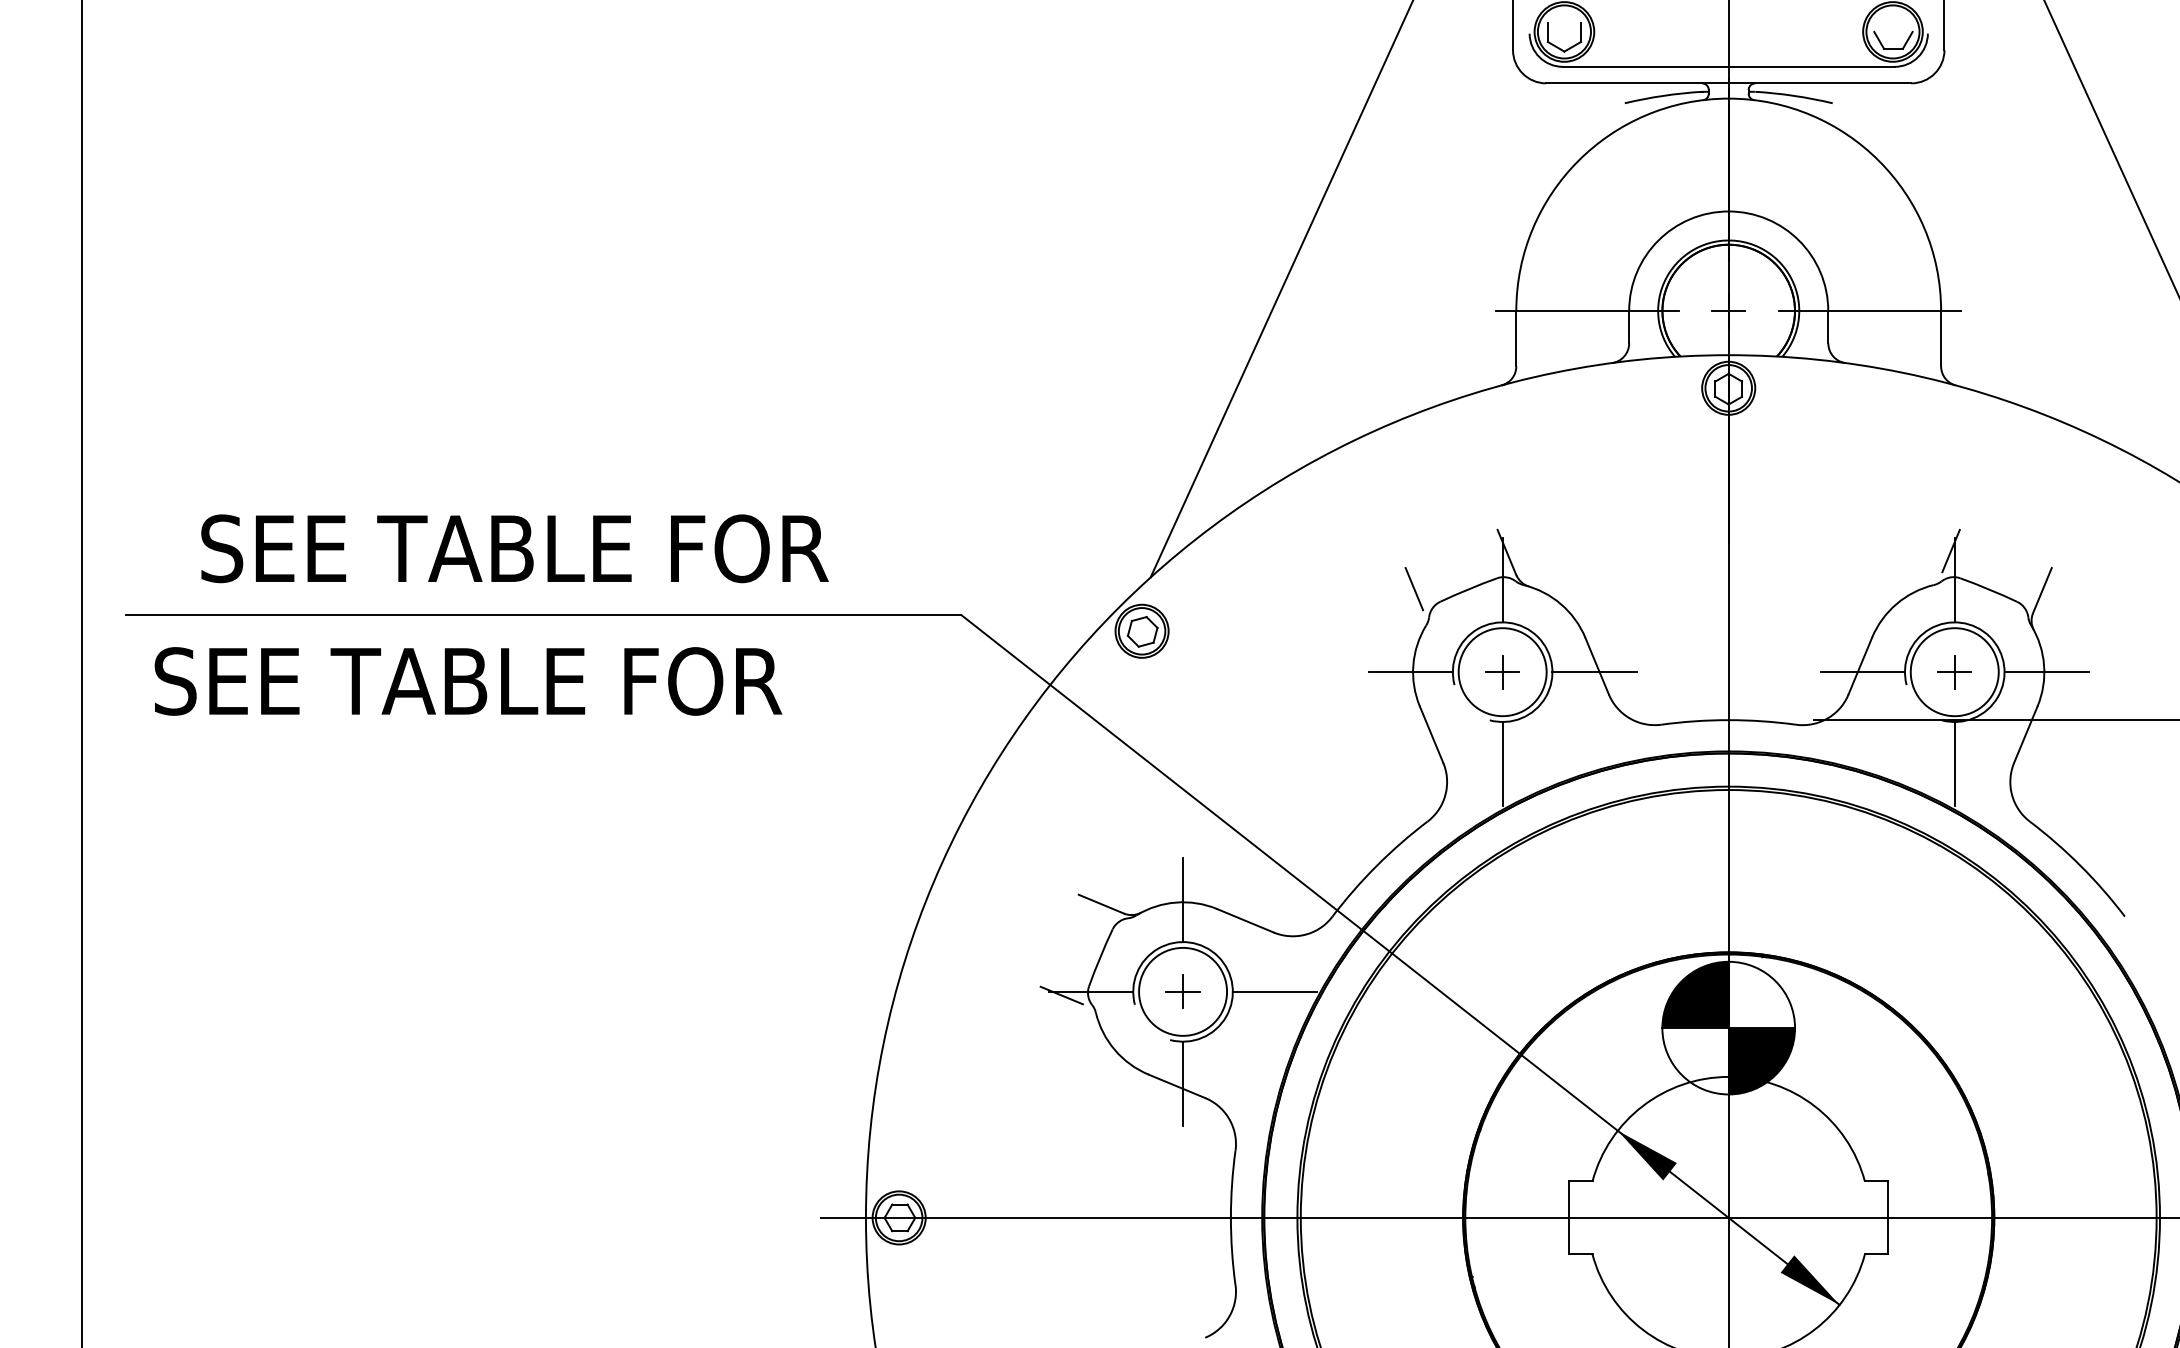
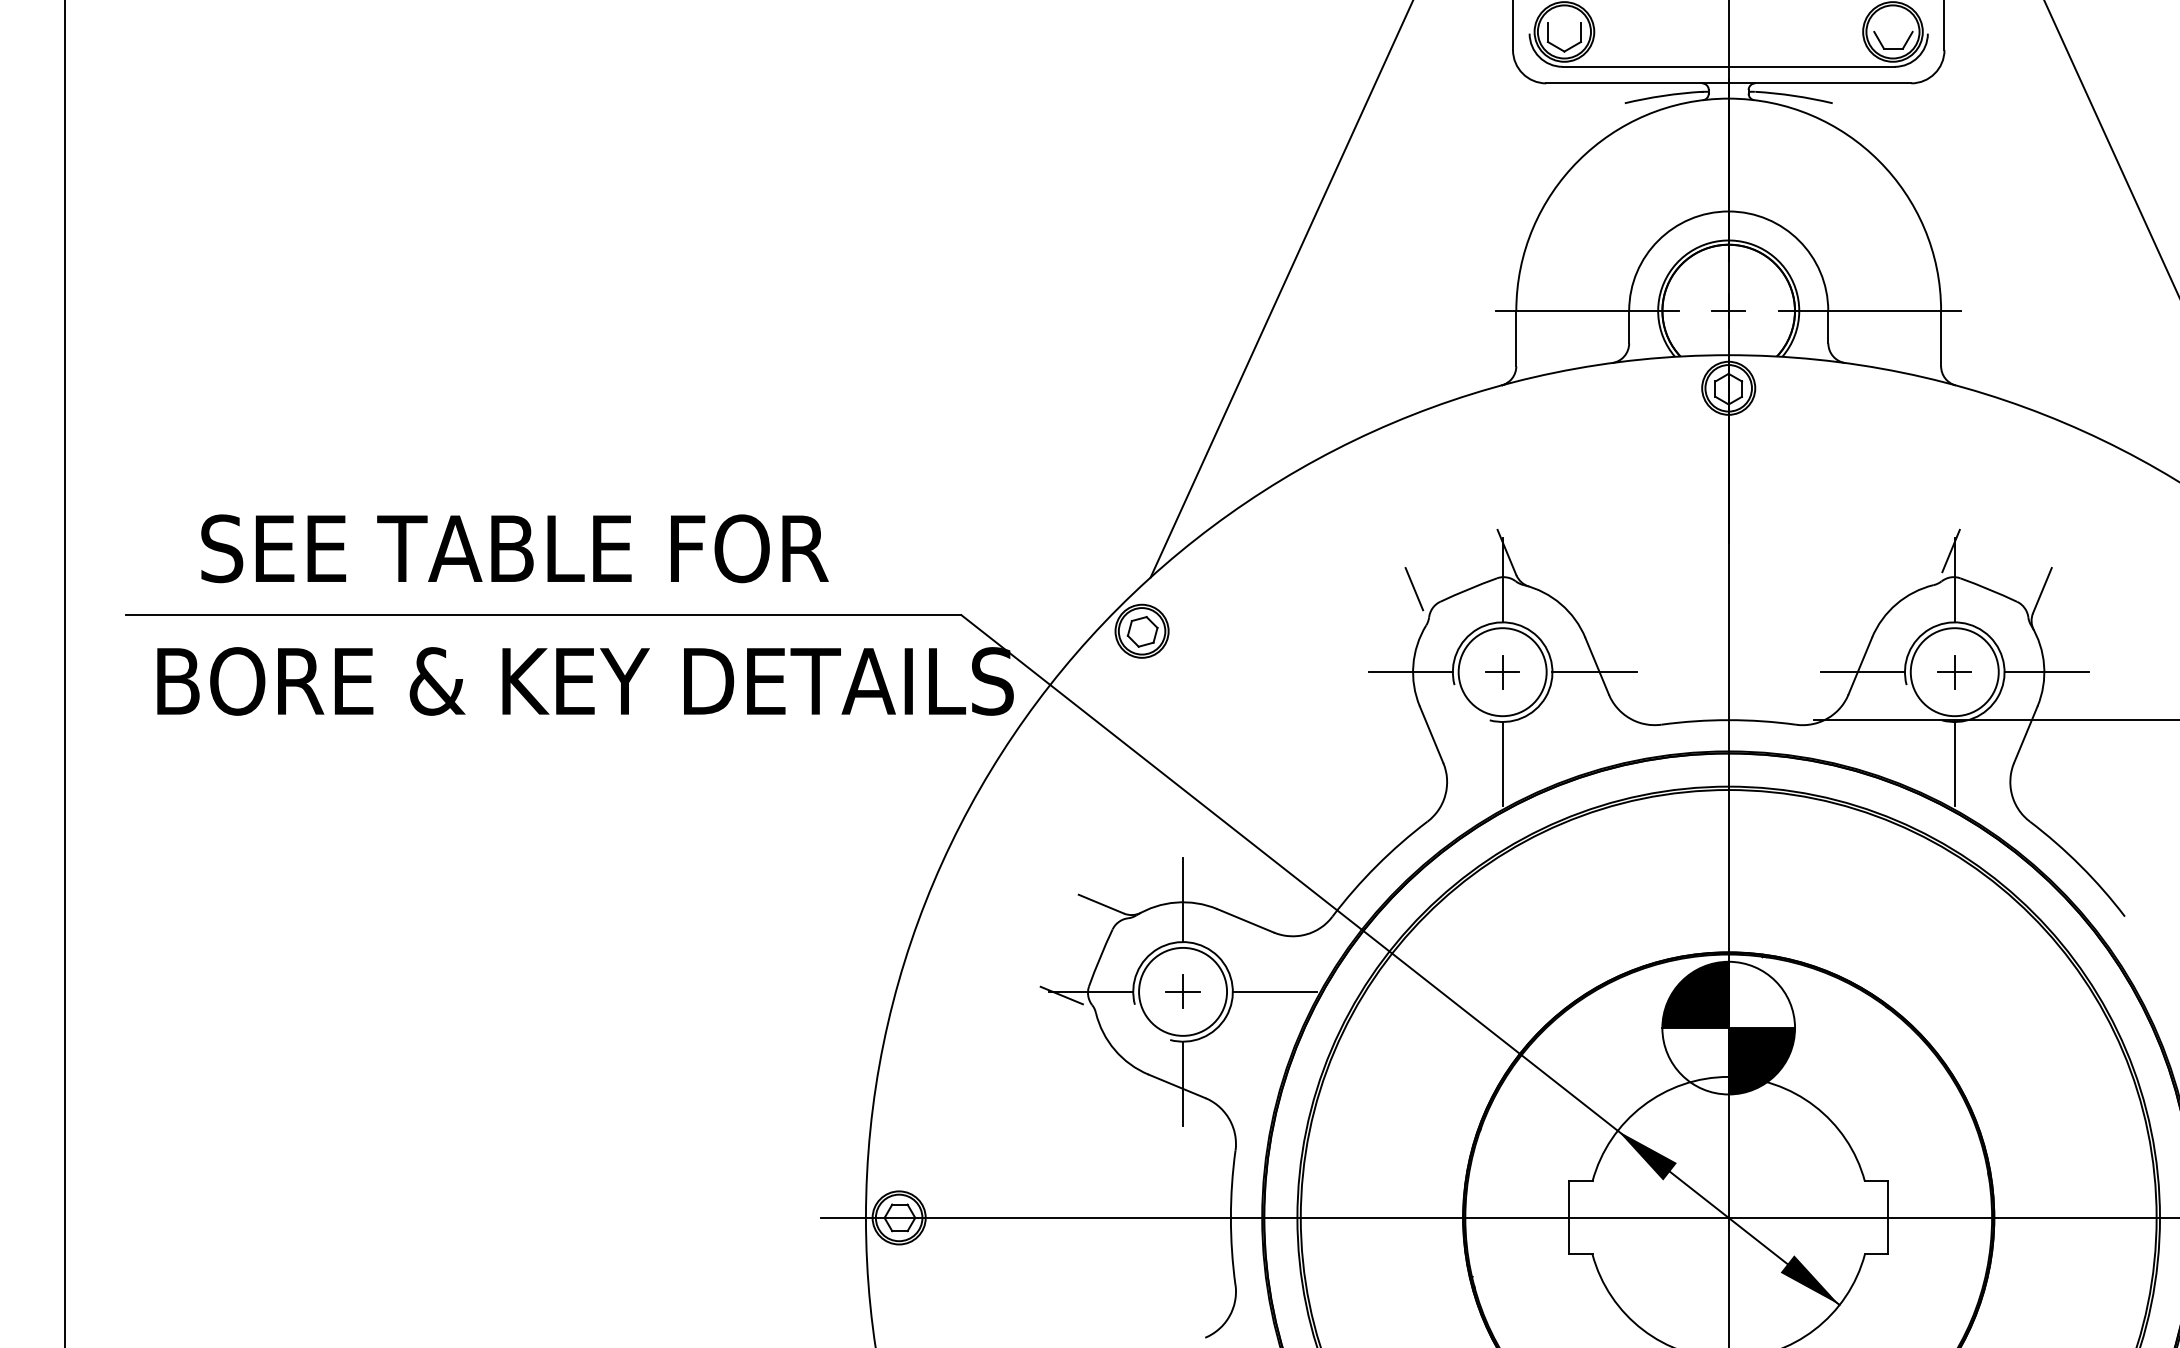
line at (82, 673) position: (82, 673) -> (65, 673)
text at (583, 681): SEE TABLE FOR -> BORE & KEY DETAILS
